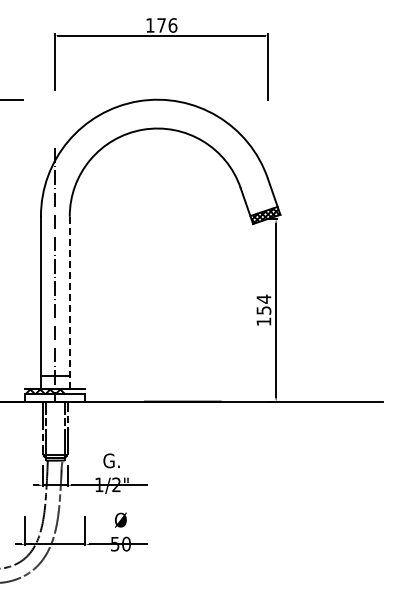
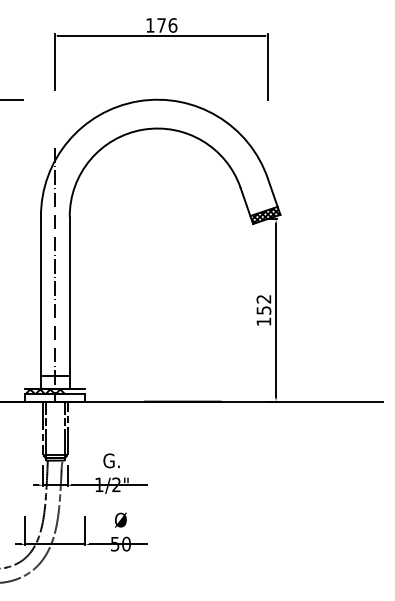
text at (263, 298): 154 -> 152
line at (69, 302): dashed -> solid
